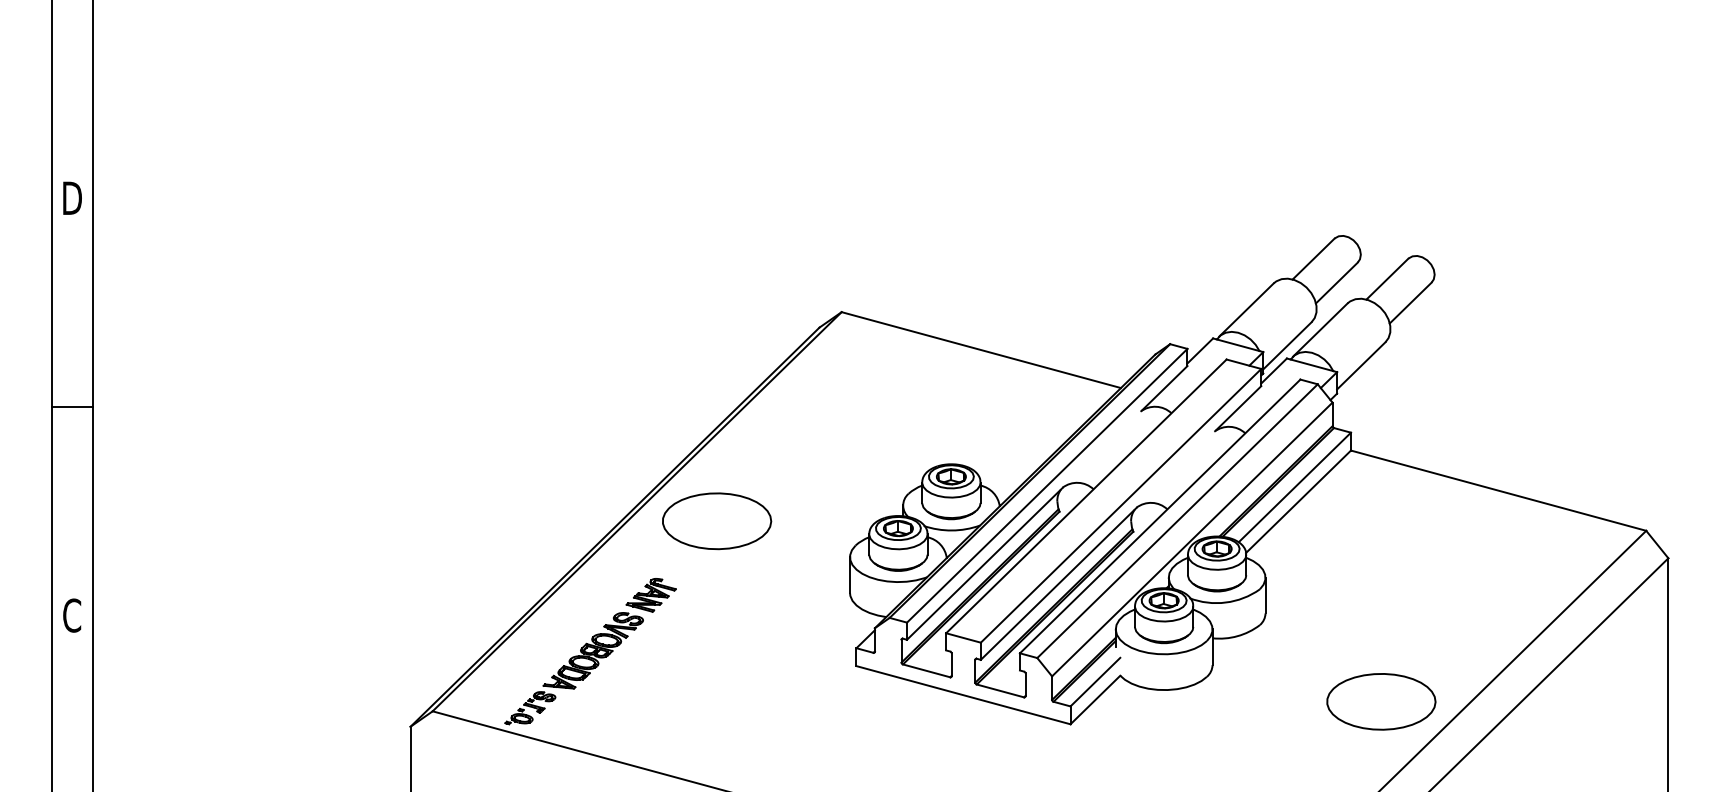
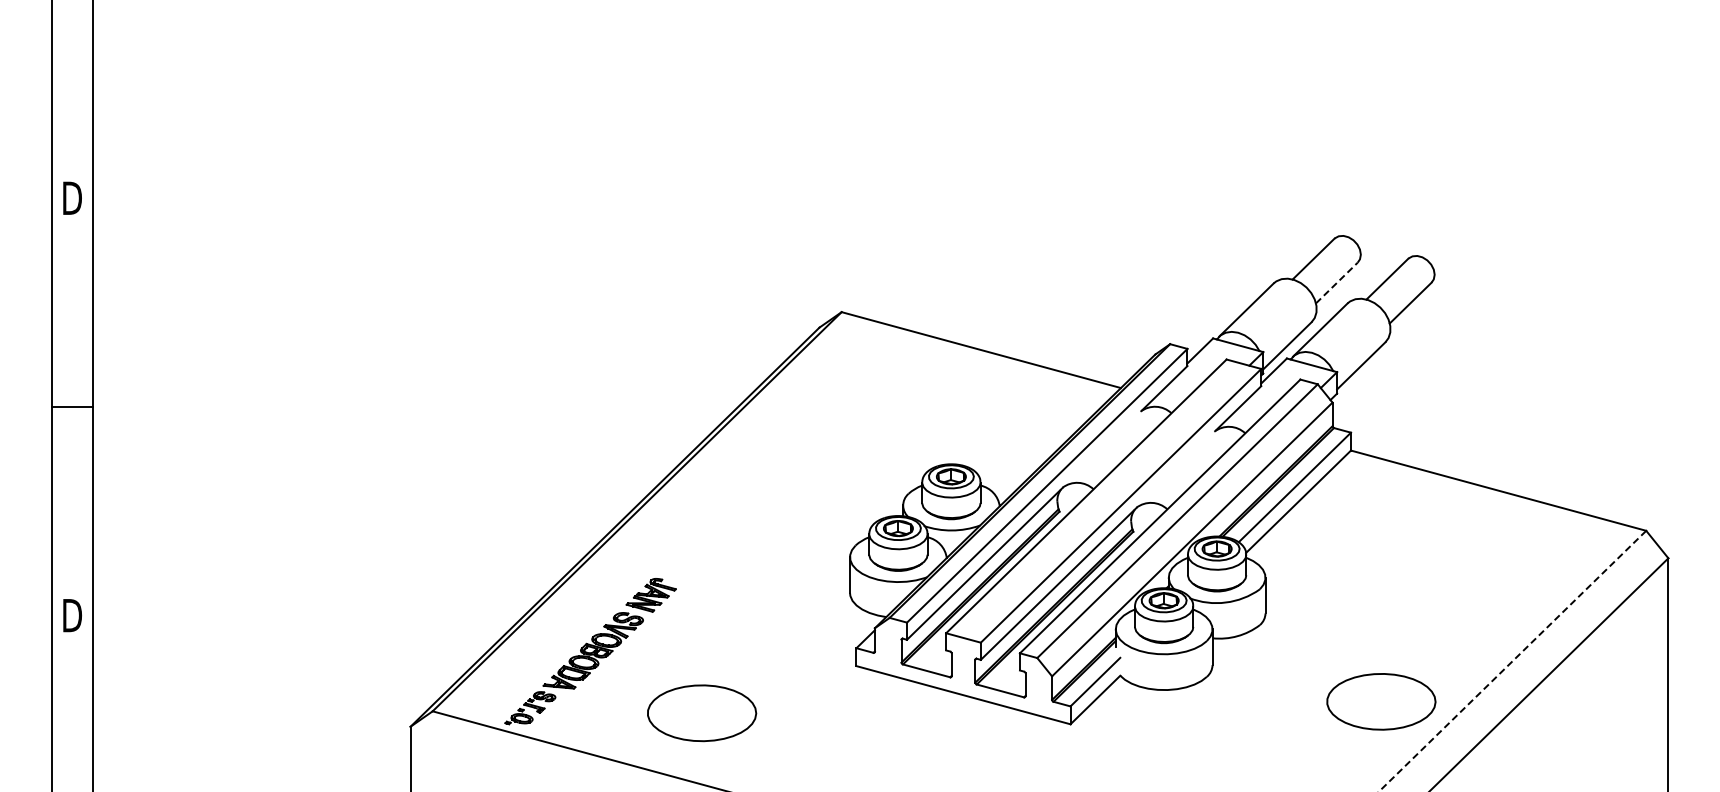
line at (1337, 282): solid -> dashed
part at (717, 521) position: (717, 521) -> (702, 713)
text at (72, 615): C -> D
line at (1512, 661): solid -> dashed
